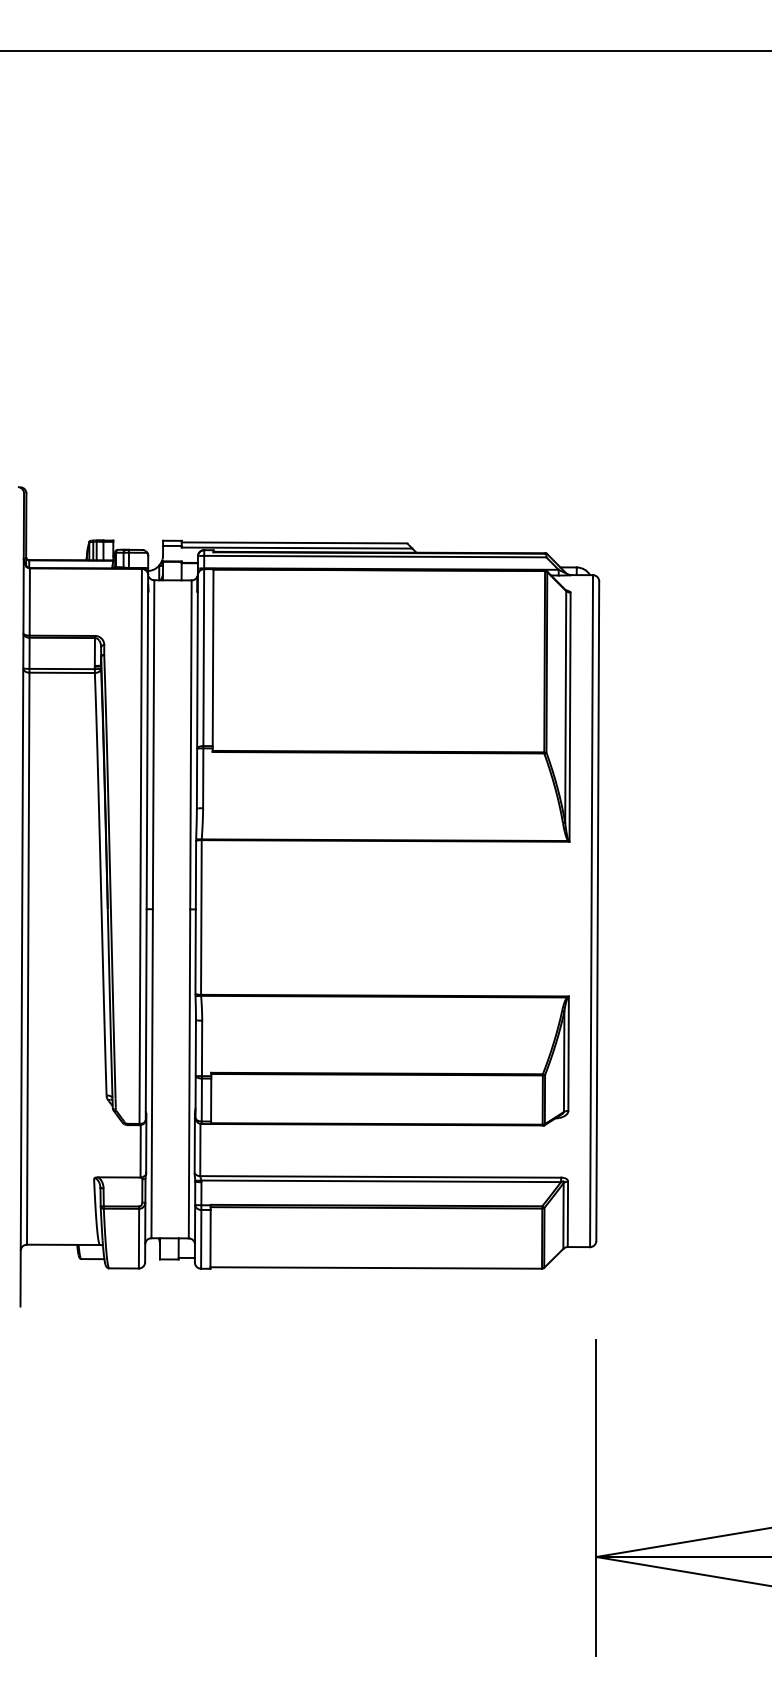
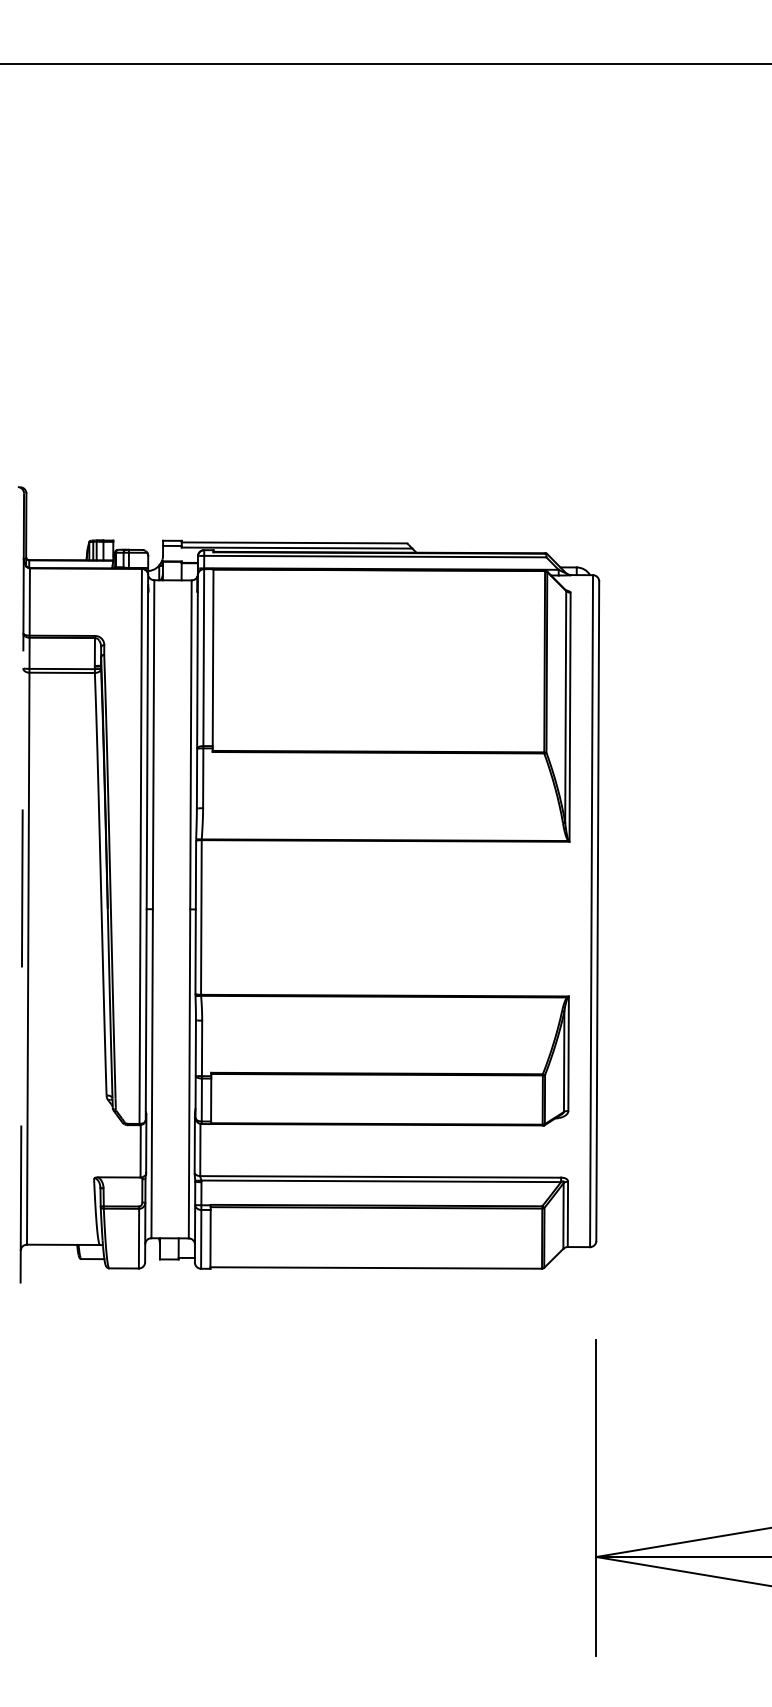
line at (385, 51) position: (385, 51) -> (385, 64)
line at (22, 899): solid -> dashed
